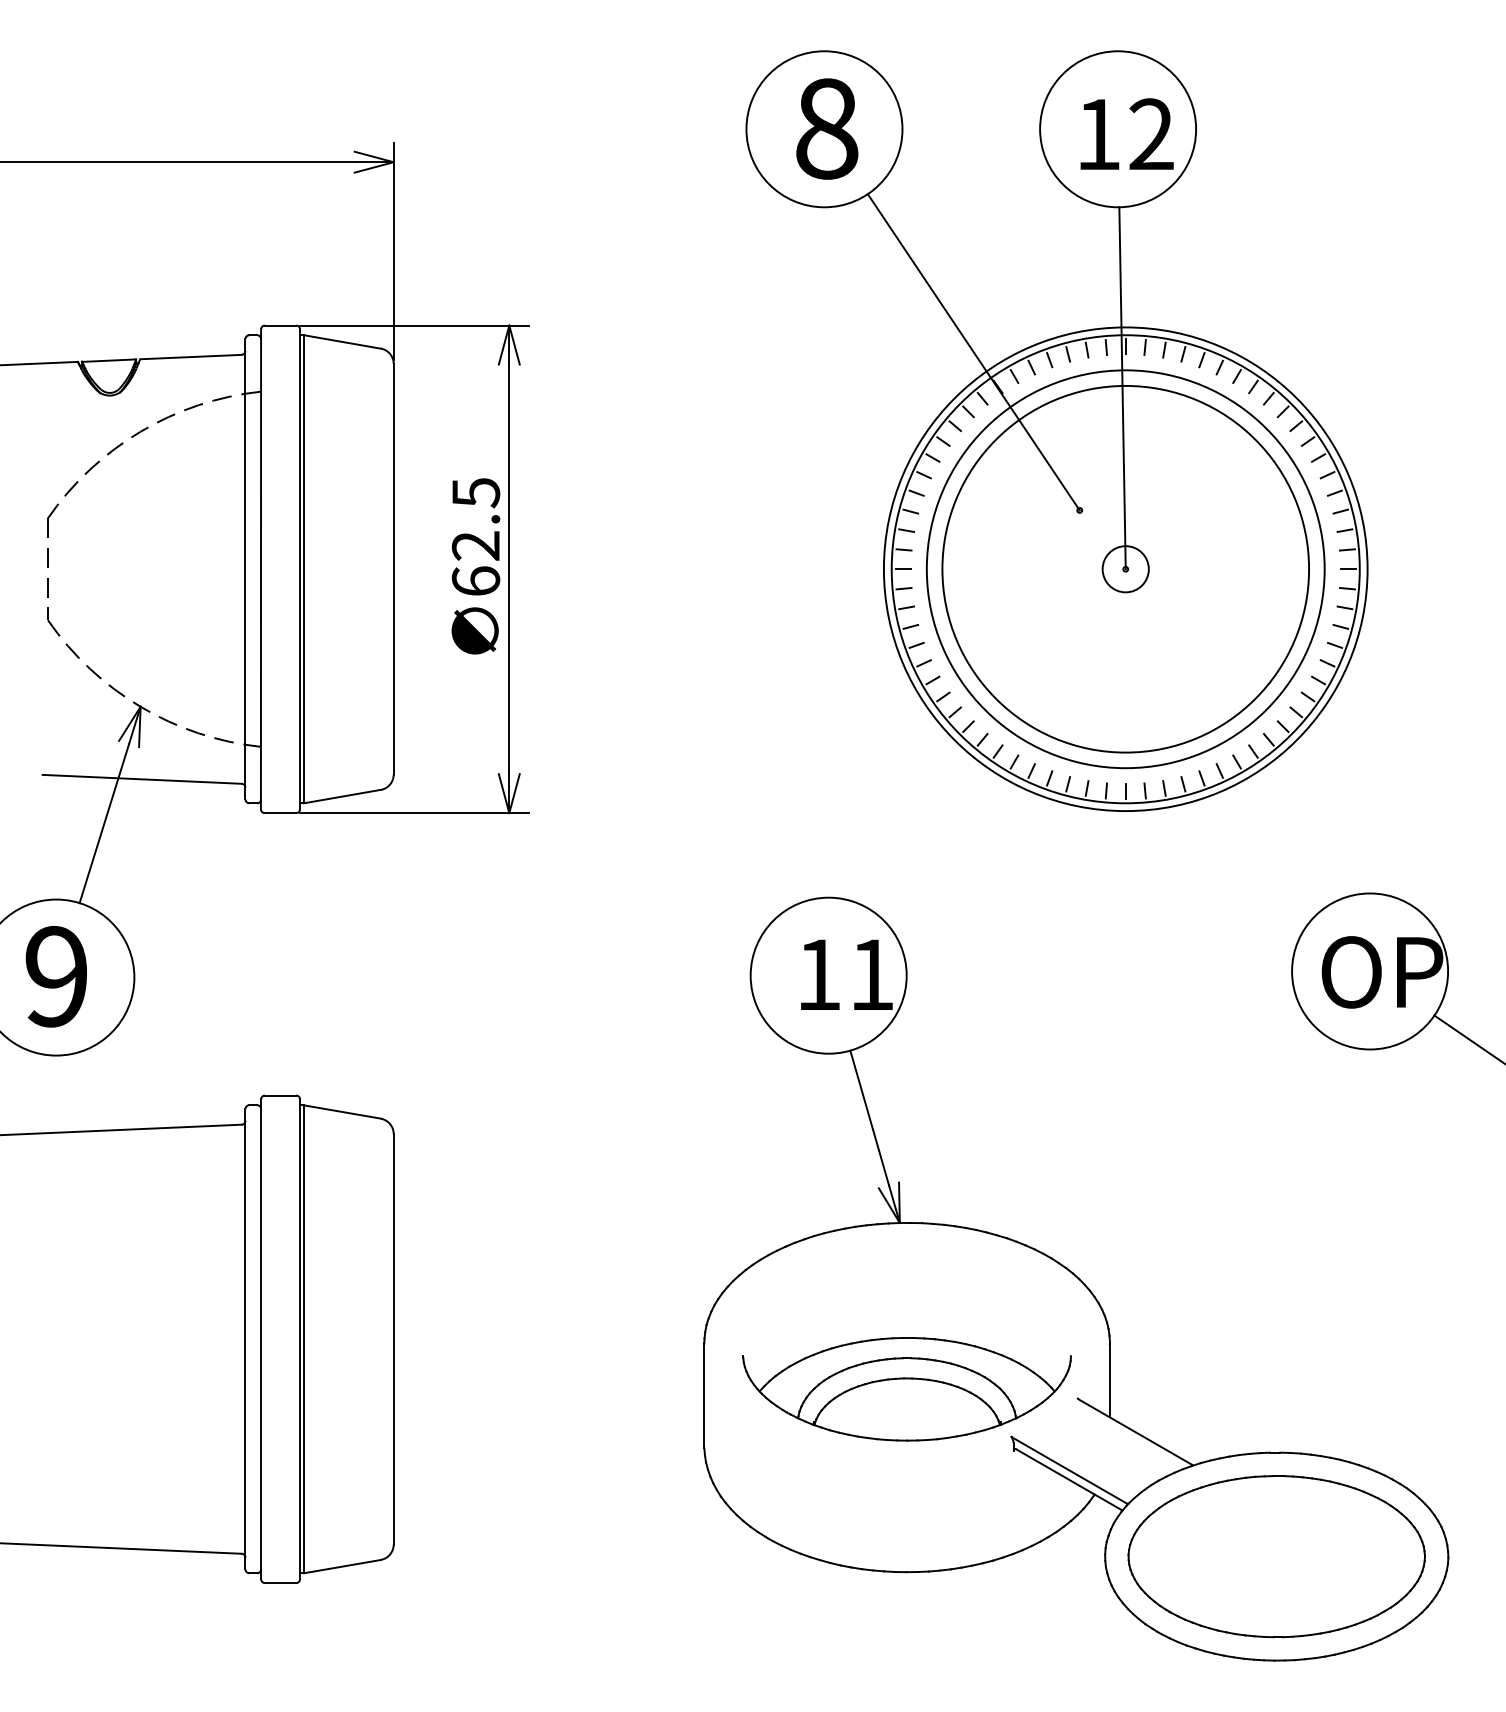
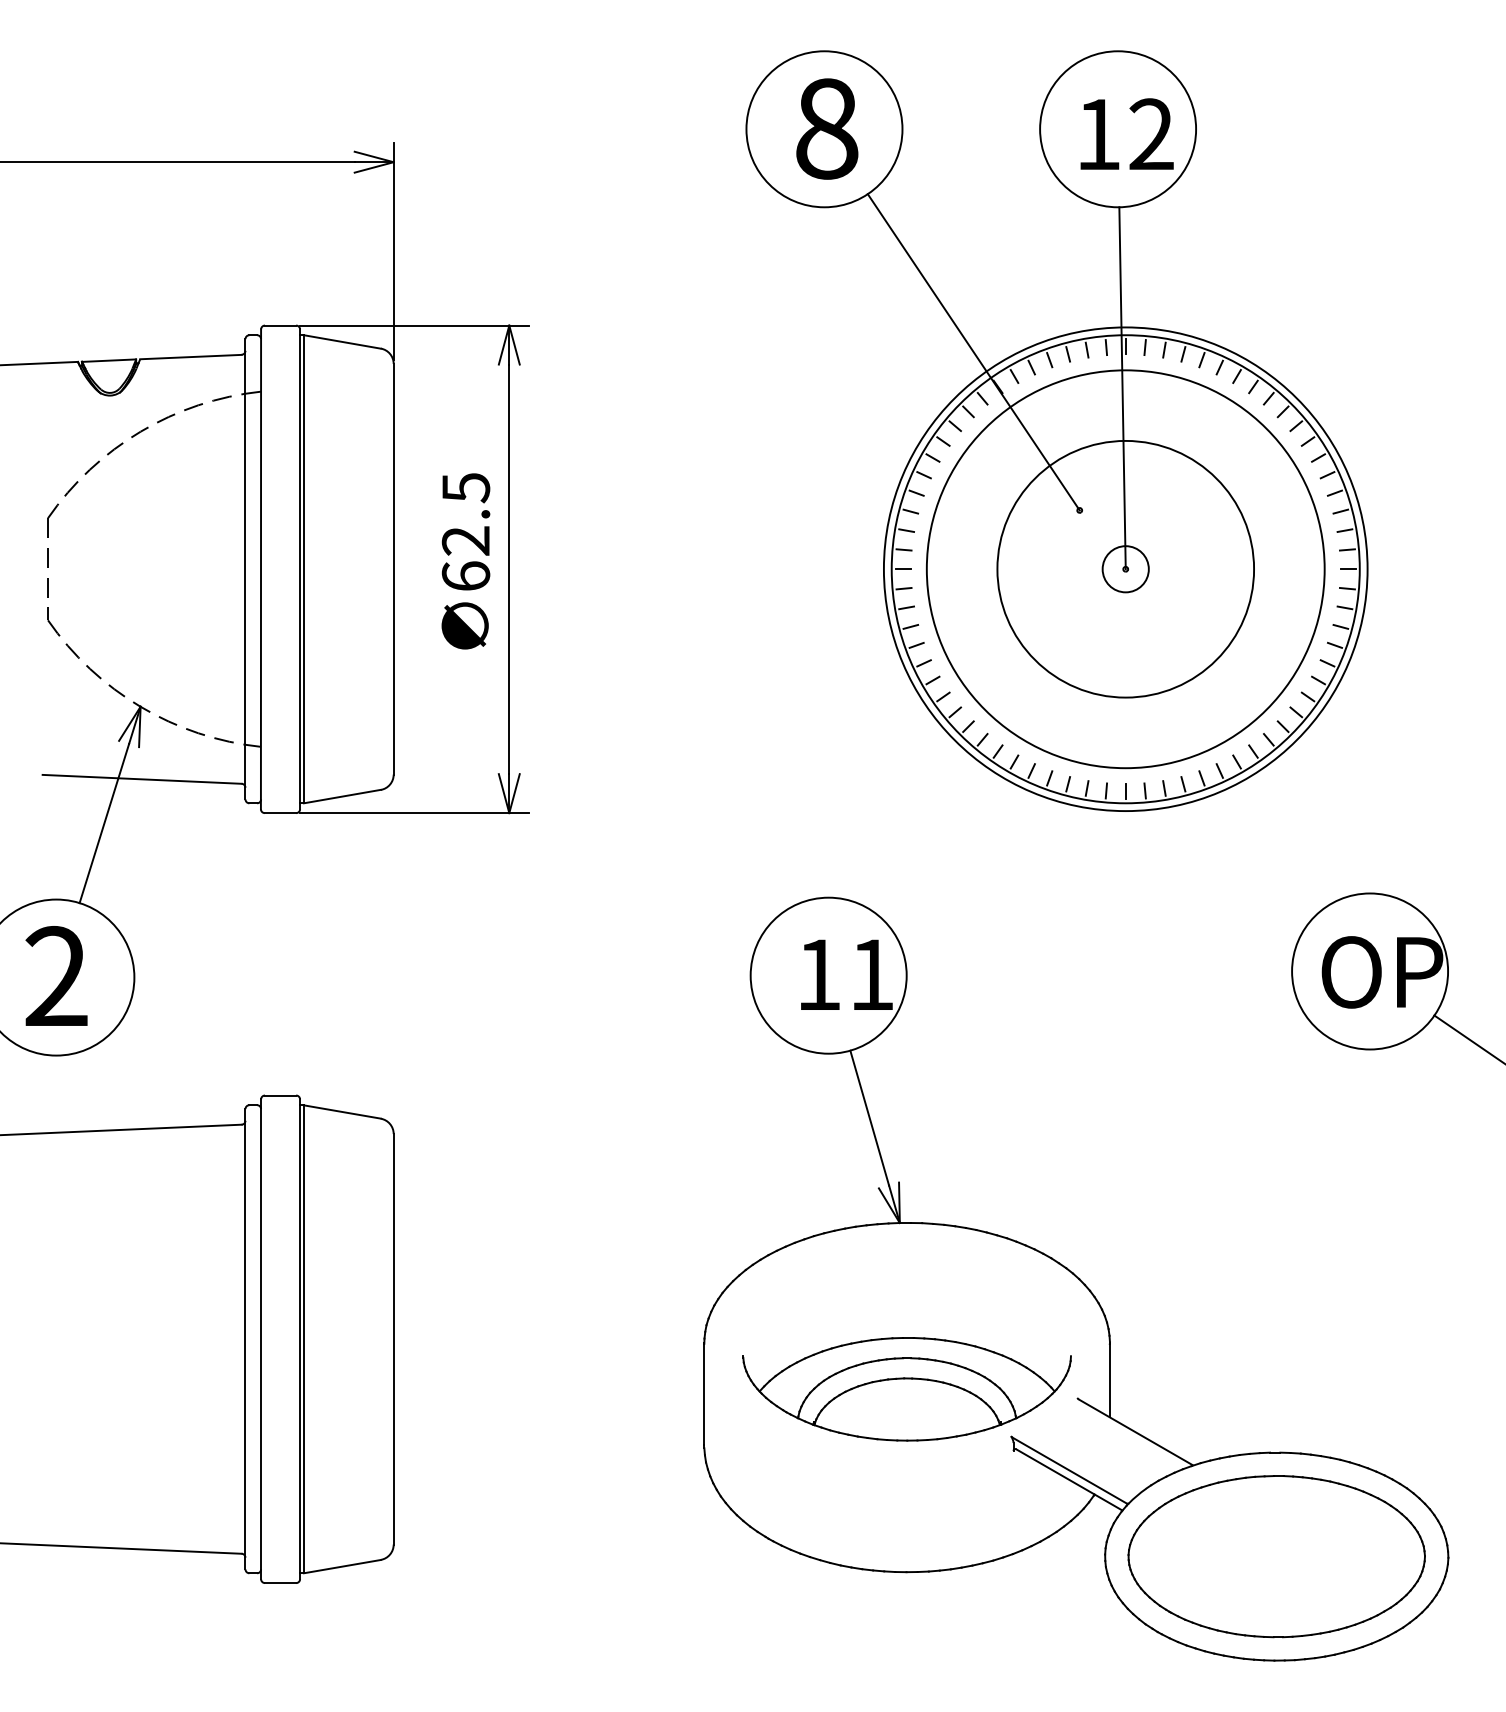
text at (475, 566) position: (475, 566) -> (465, 561)
circle at (1125, 568) diameter: 367 px -> 257 px
text at (56, 976): 9 -> 2
